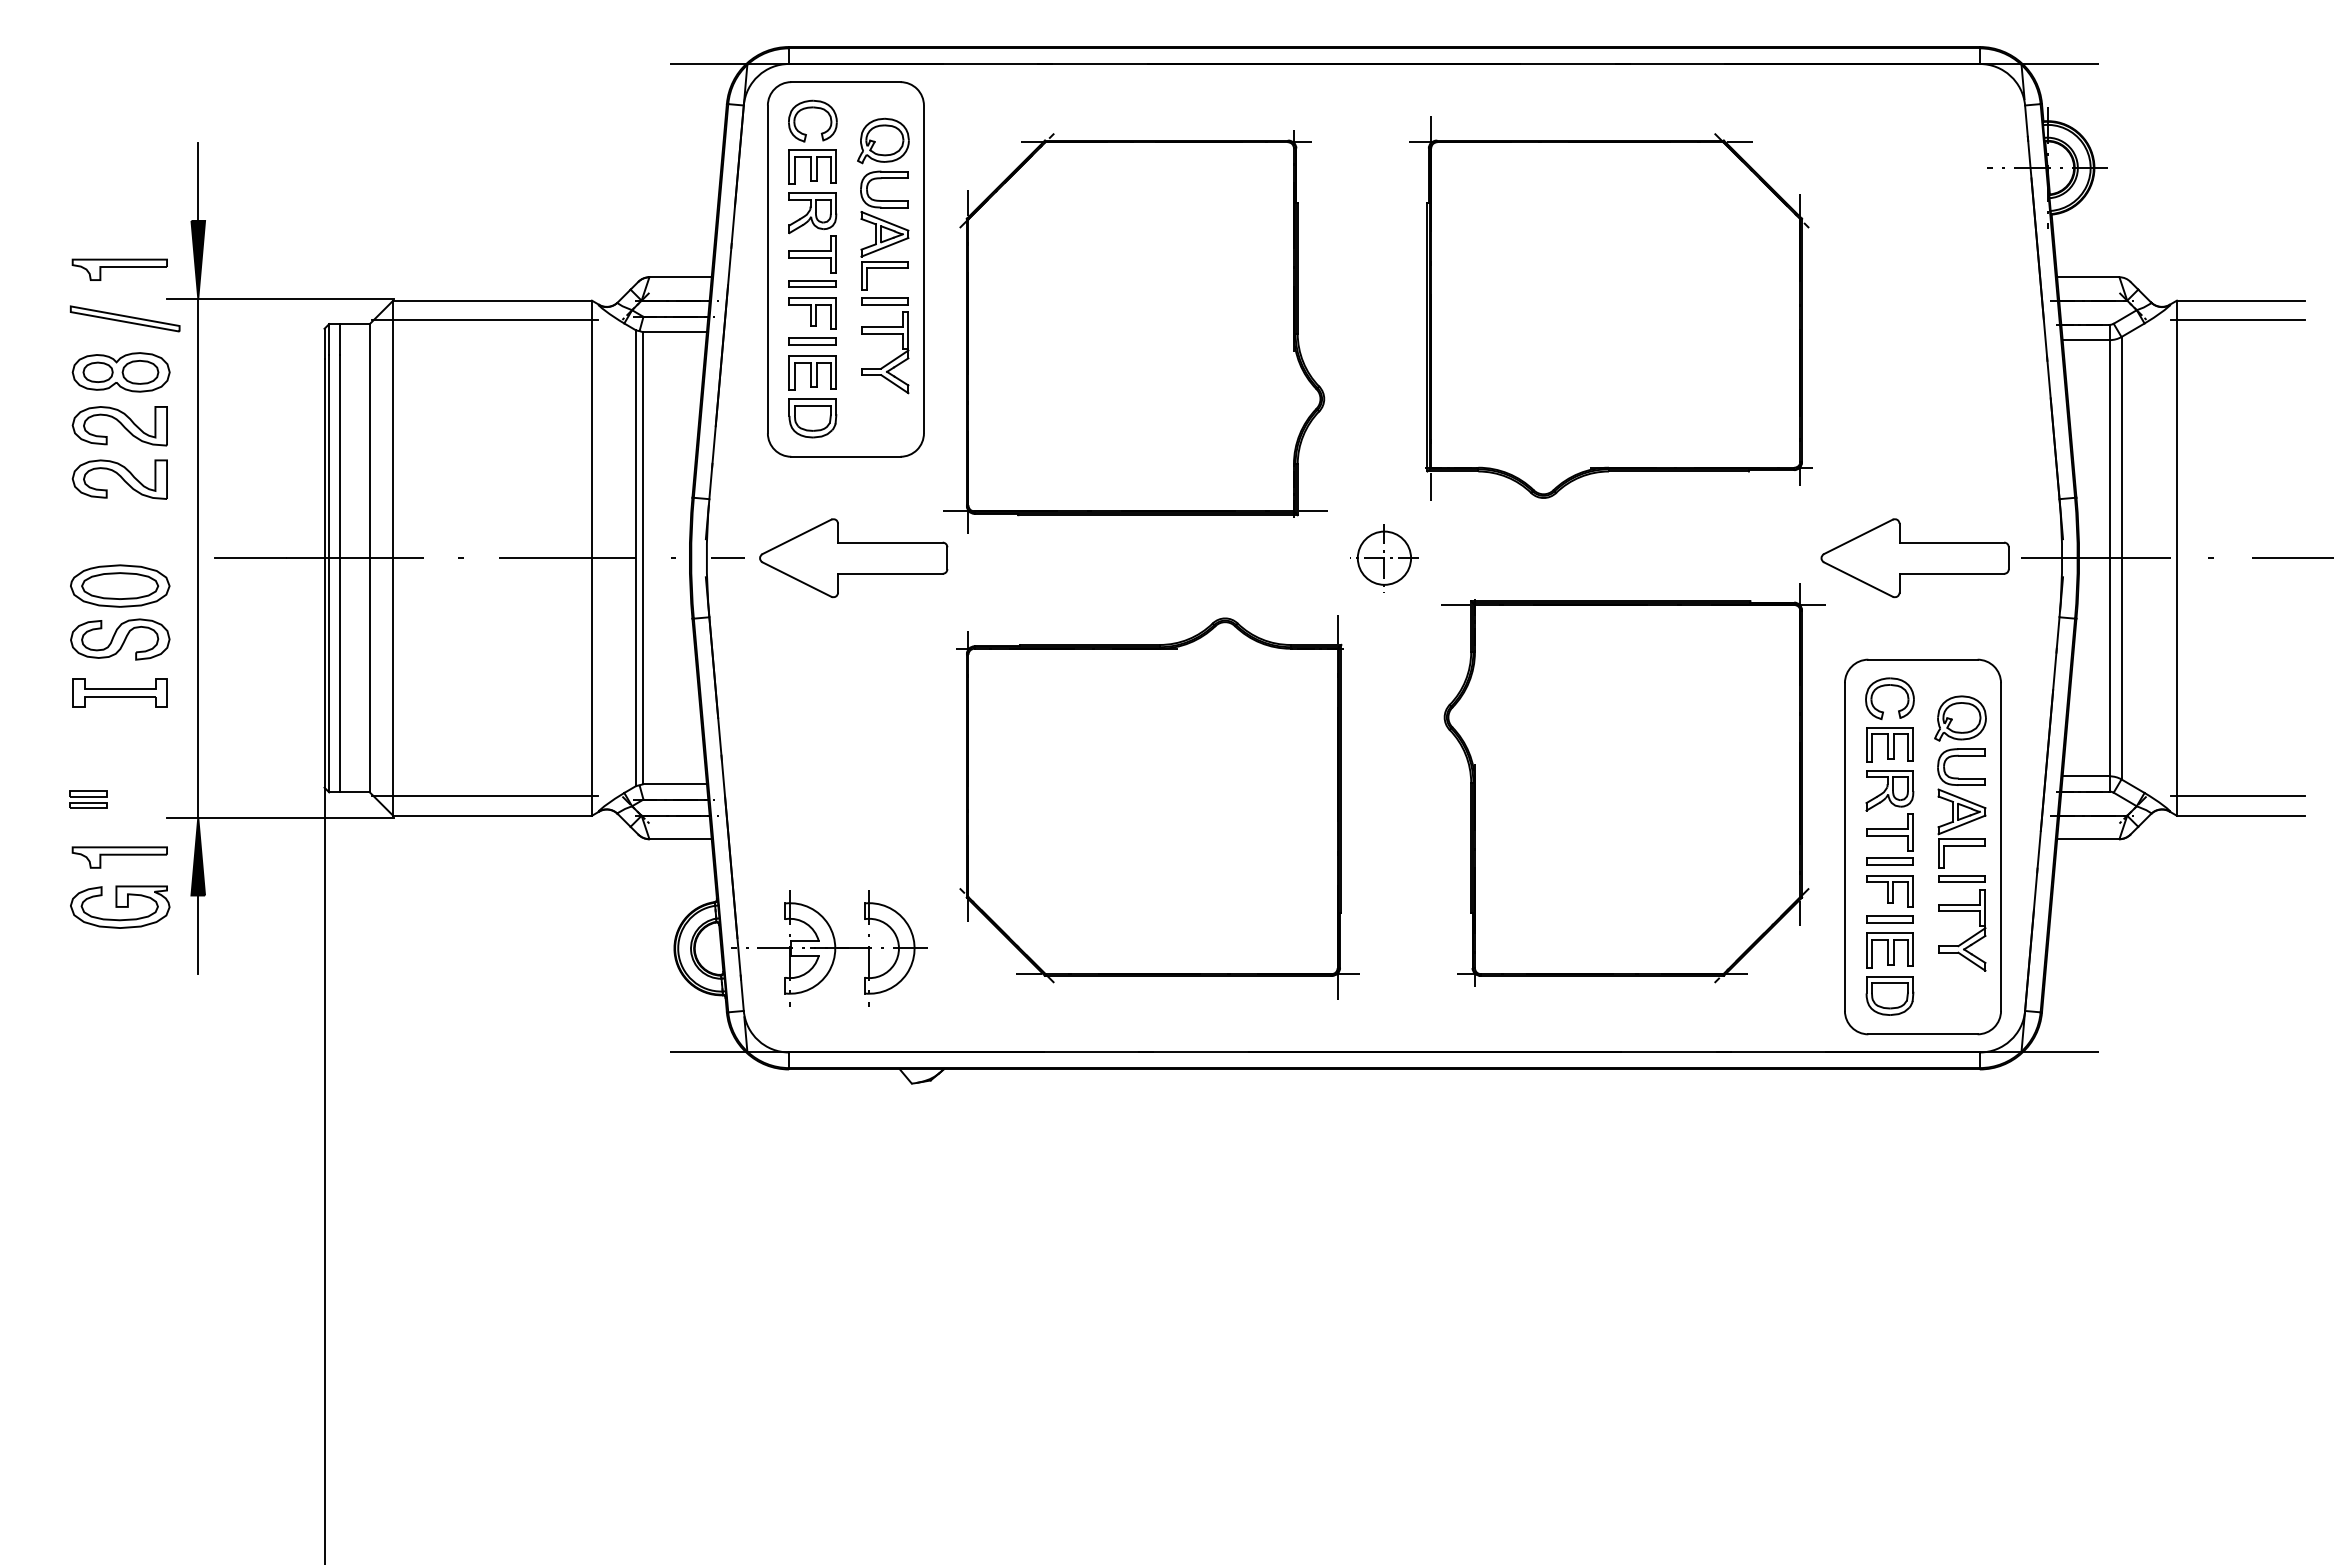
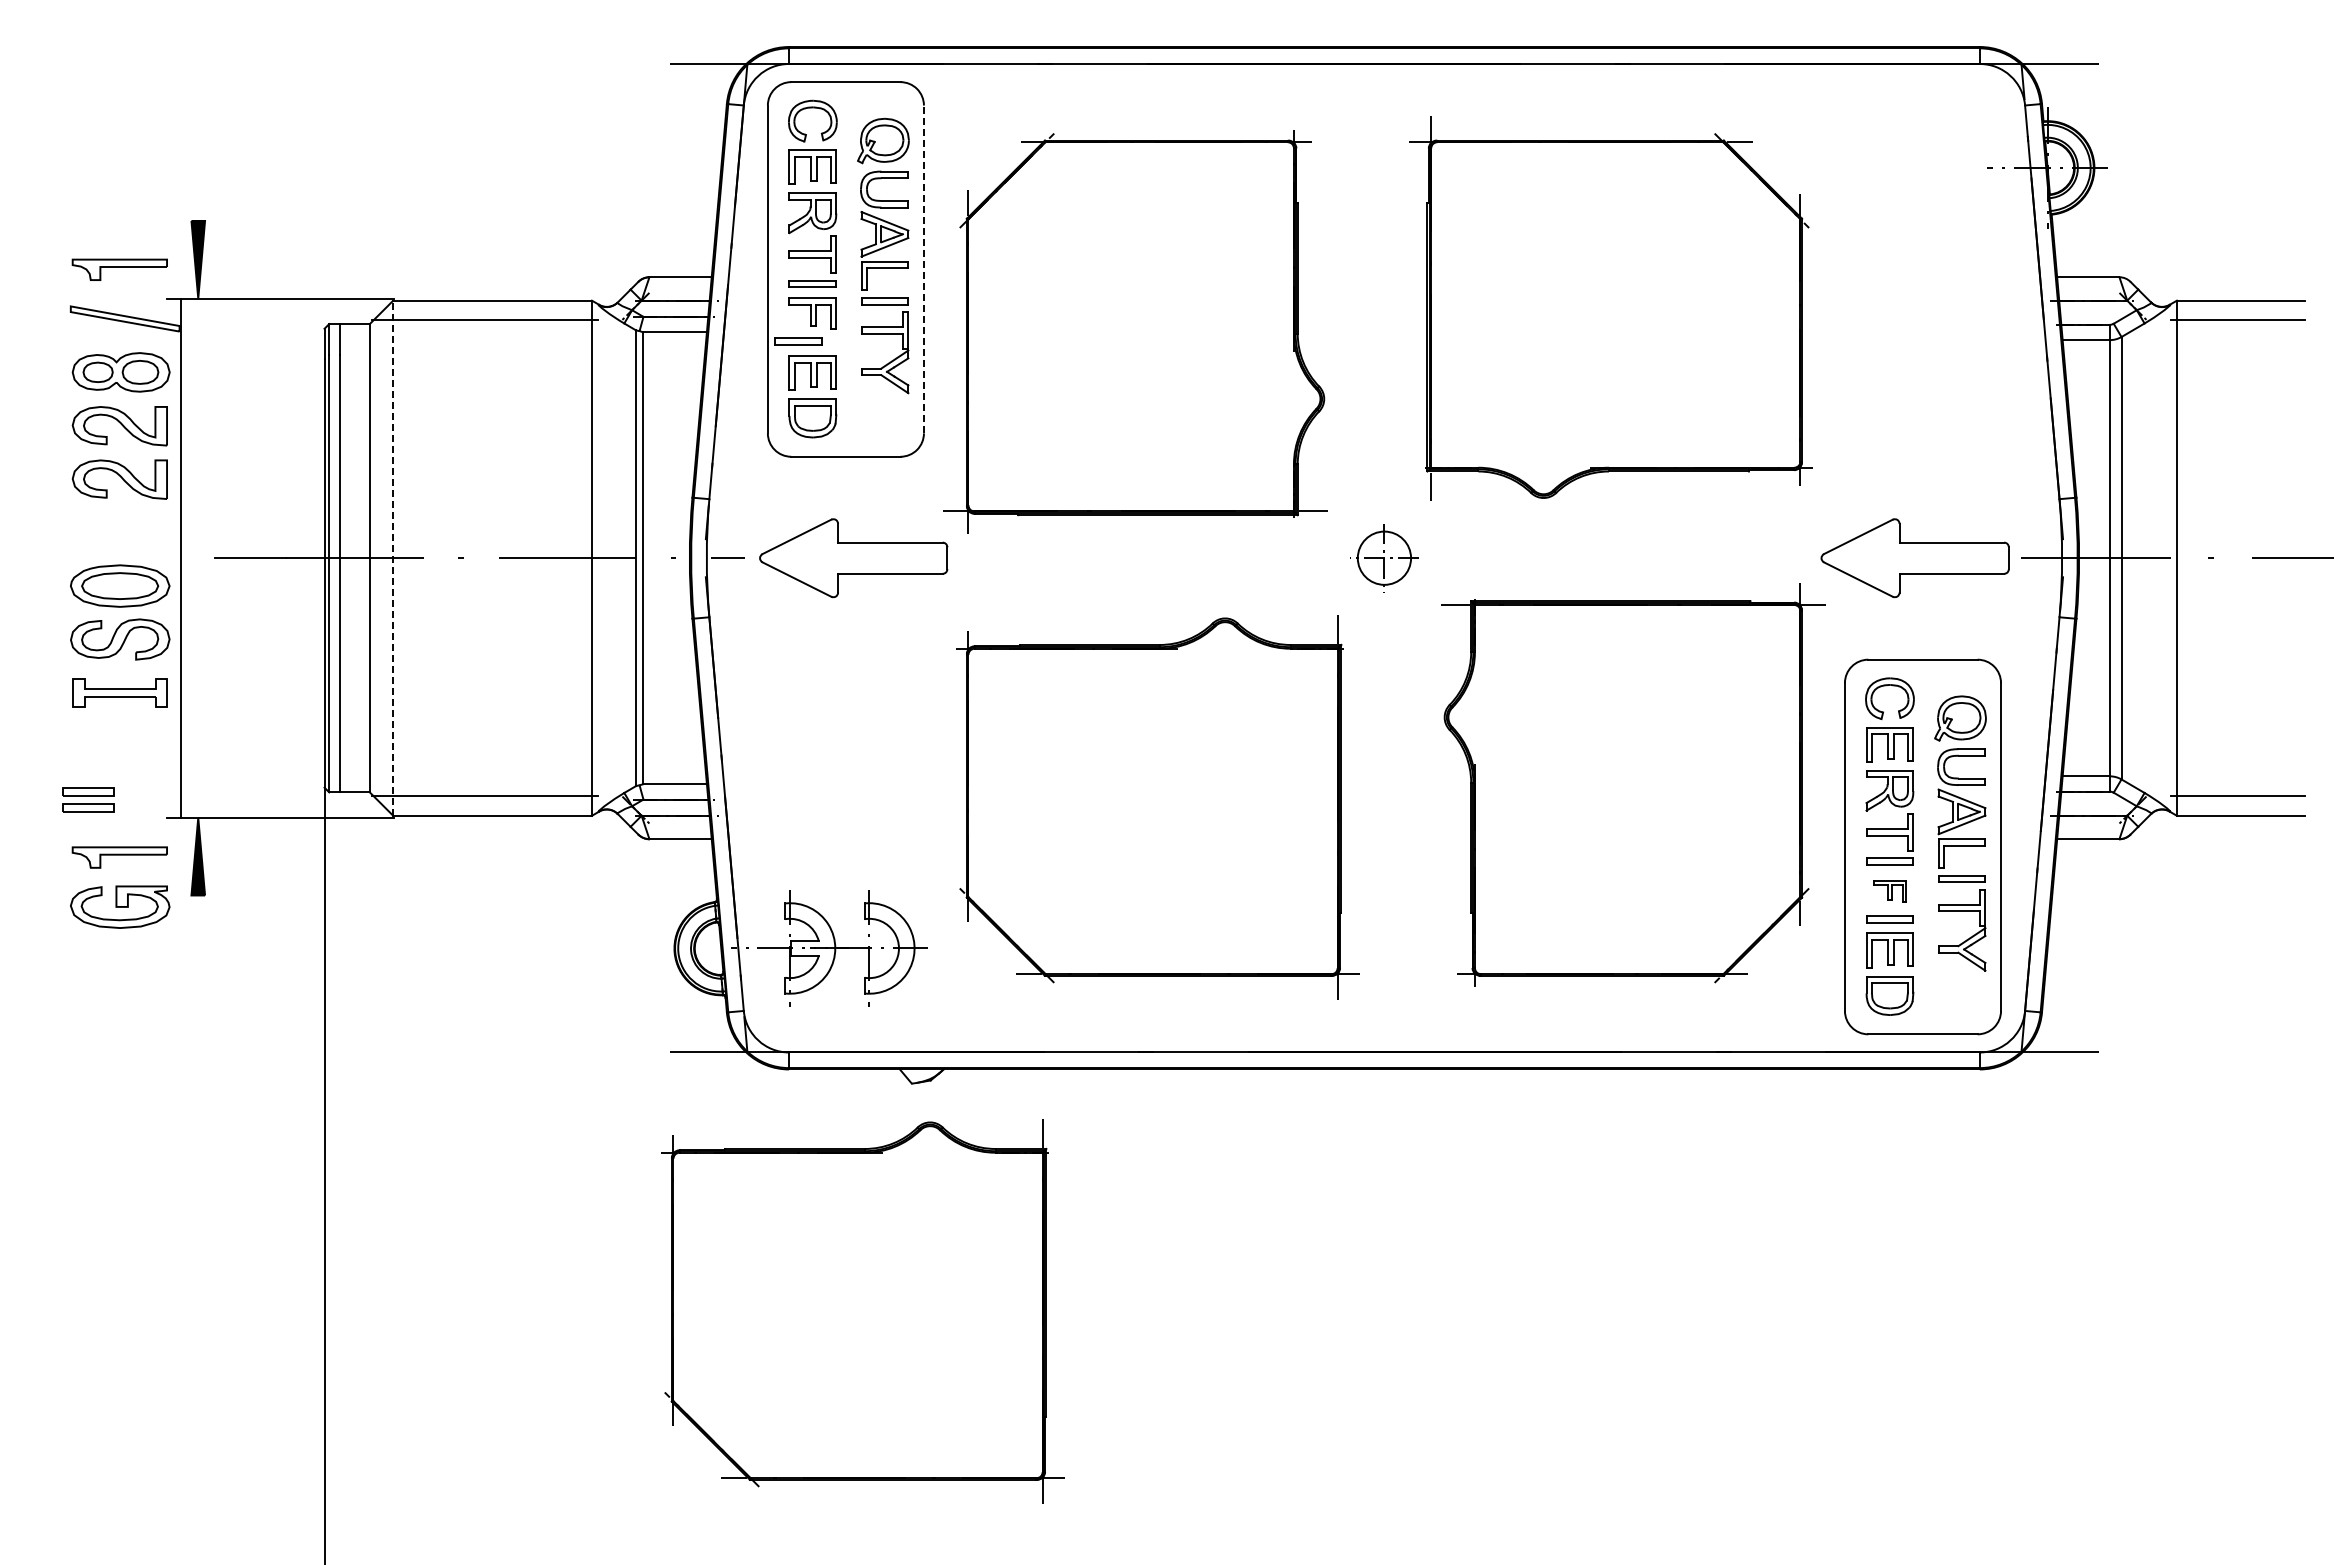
line at (198, 181): present -> none
line at (923, 269): solid -> dashed
part at (812, 341) position: (812, 341) -> (798, 341)
line at (198, 557) position: (198, 557) -> (181, 557)
line at (393, 558): solid -> dashed
part at (88, 799) size: 39x19 px -> 53x26 px
part at (1889, 891) size: 48x33 px -> 34x23 px
line at (198, 934): present -> none
part at (862, 1311): none -> present
